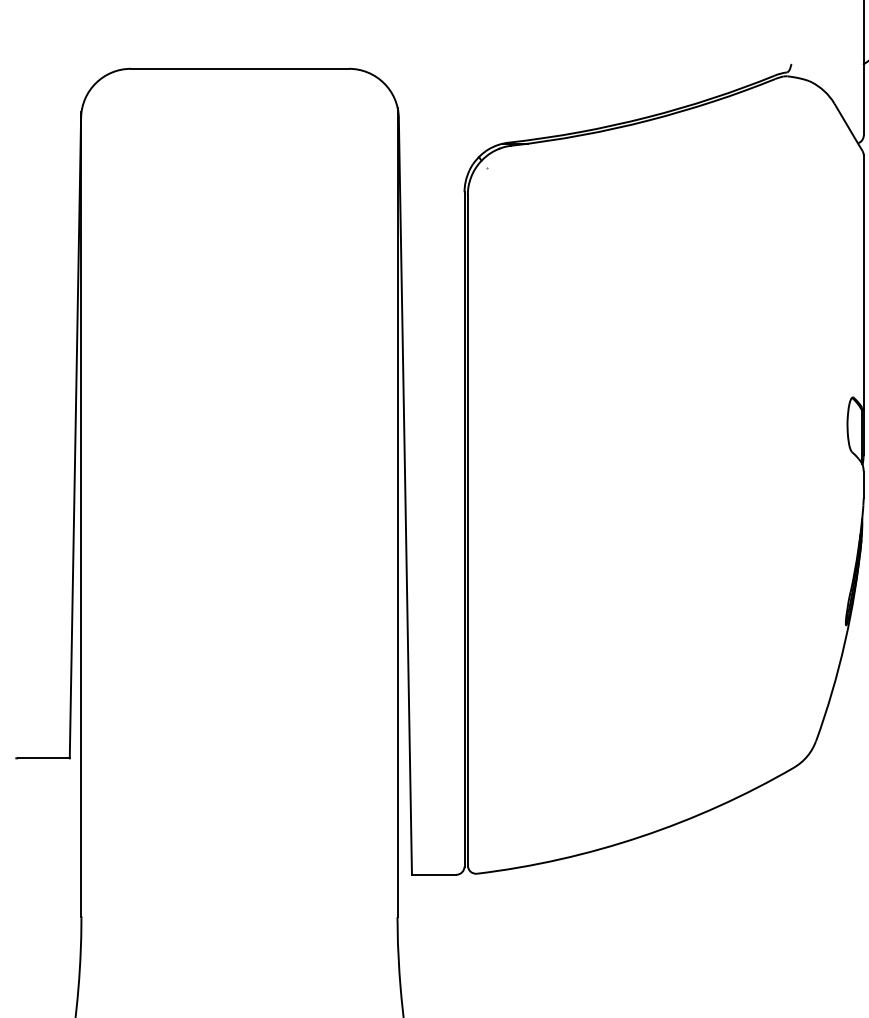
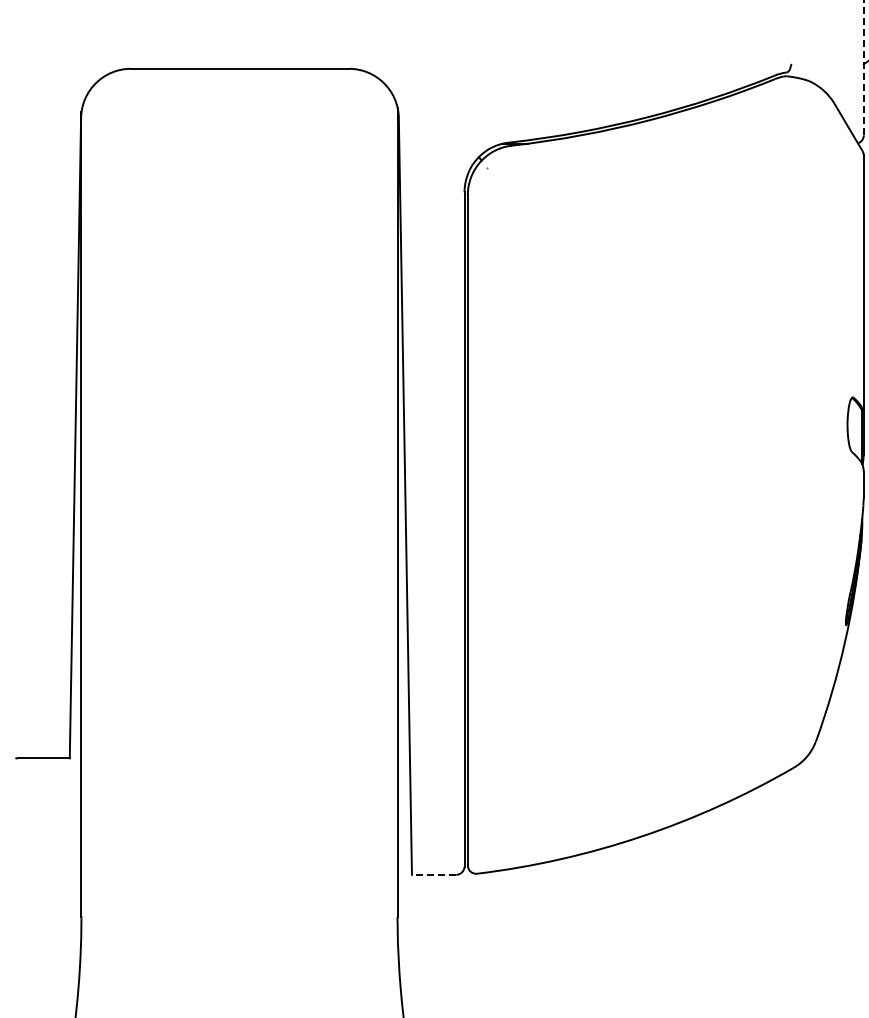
line at (863, 67): solid -> dashed
line at (433, 874): solid -> dashed
